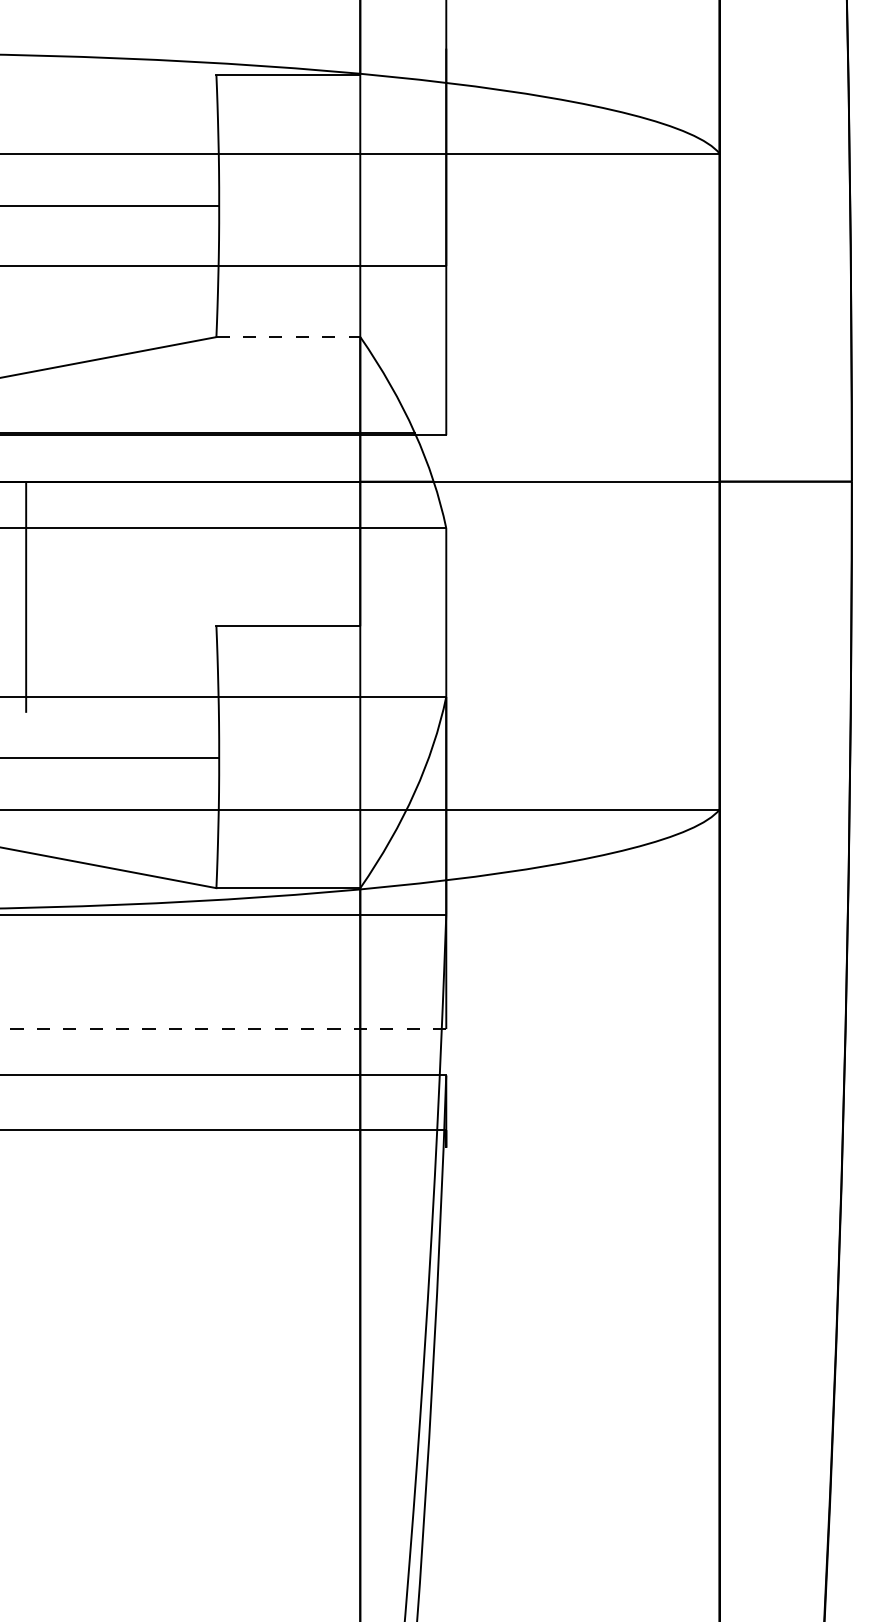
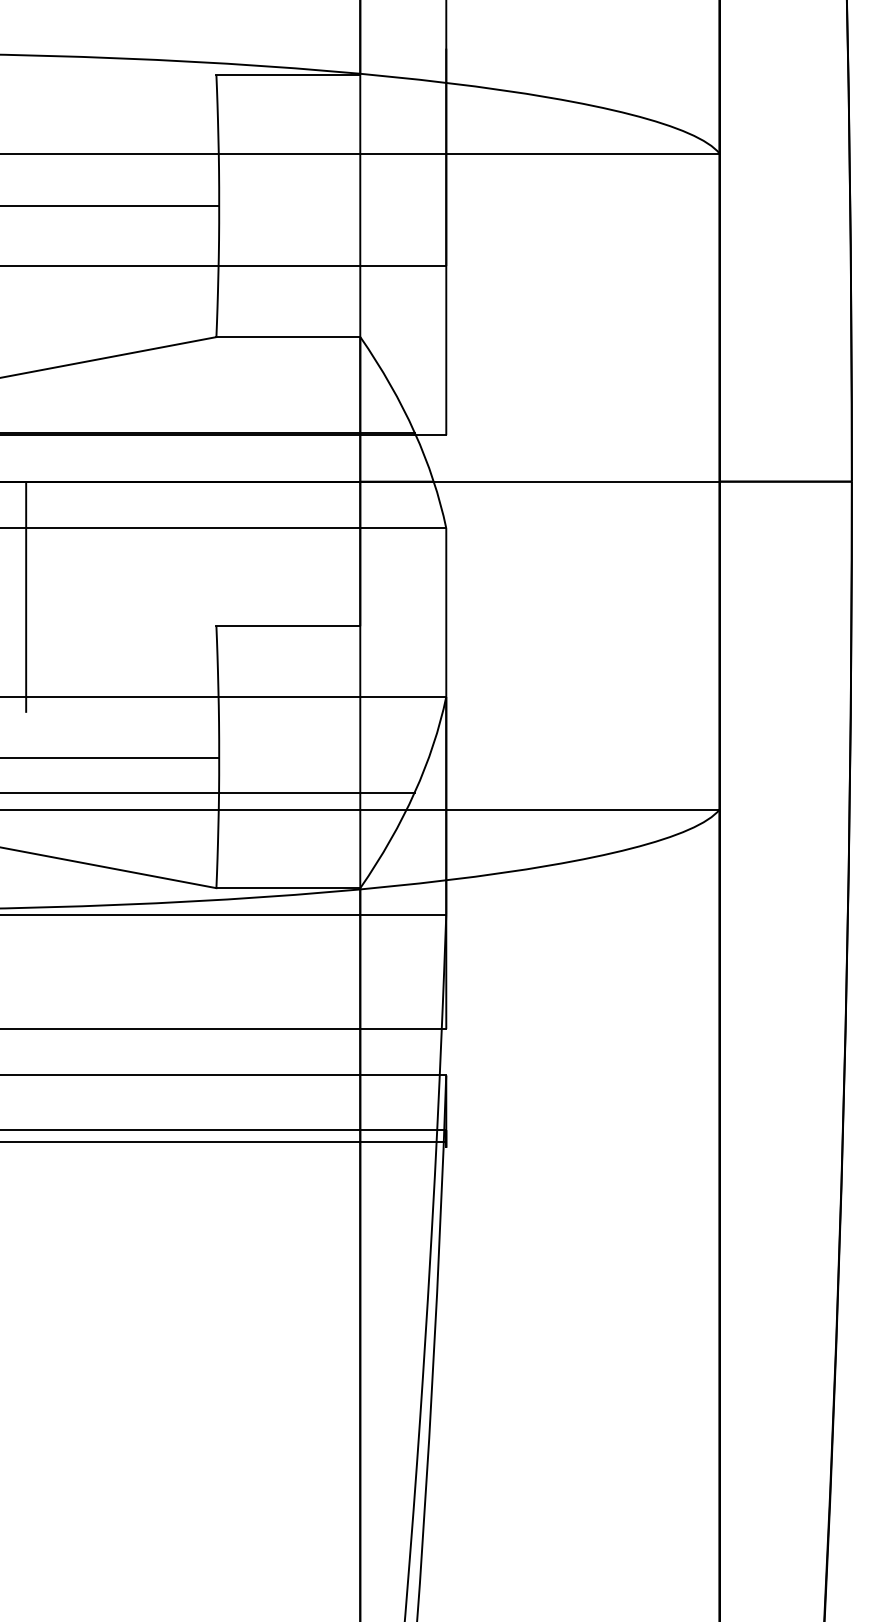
line at (288, 337): dashed -> solid
line at (208, 792): none -> present
line at (223, 1029): dashed -> solid
line at (224, 1142): none -> present
